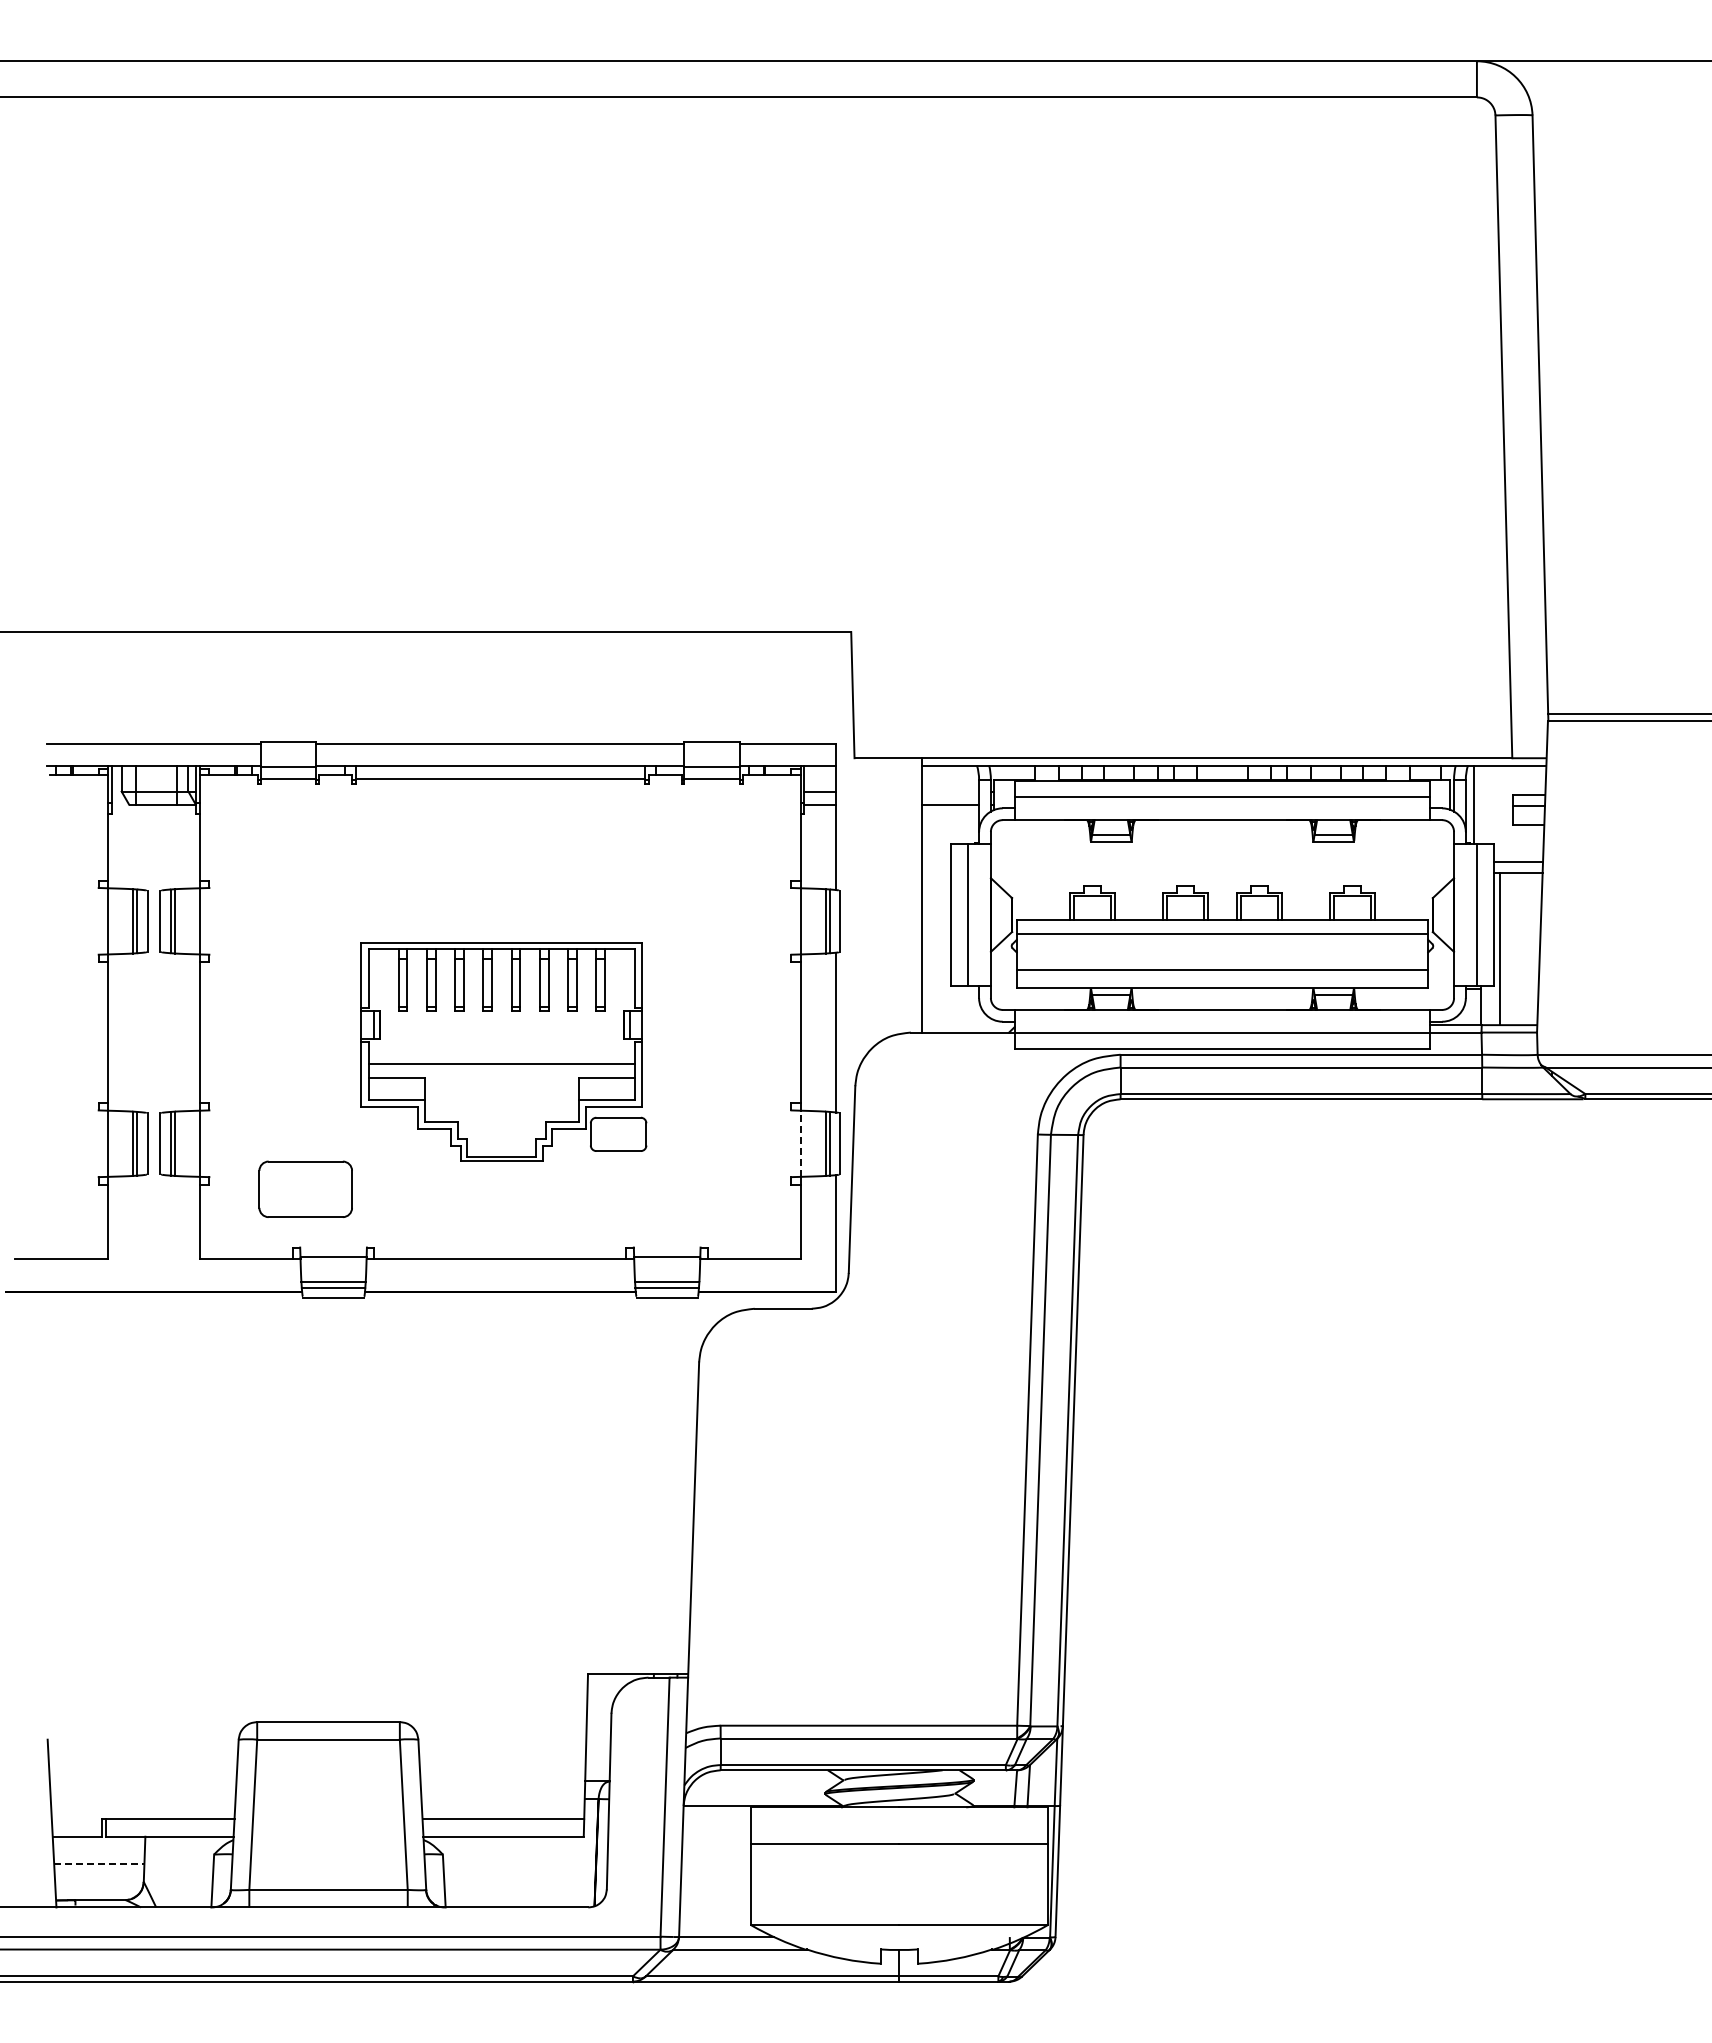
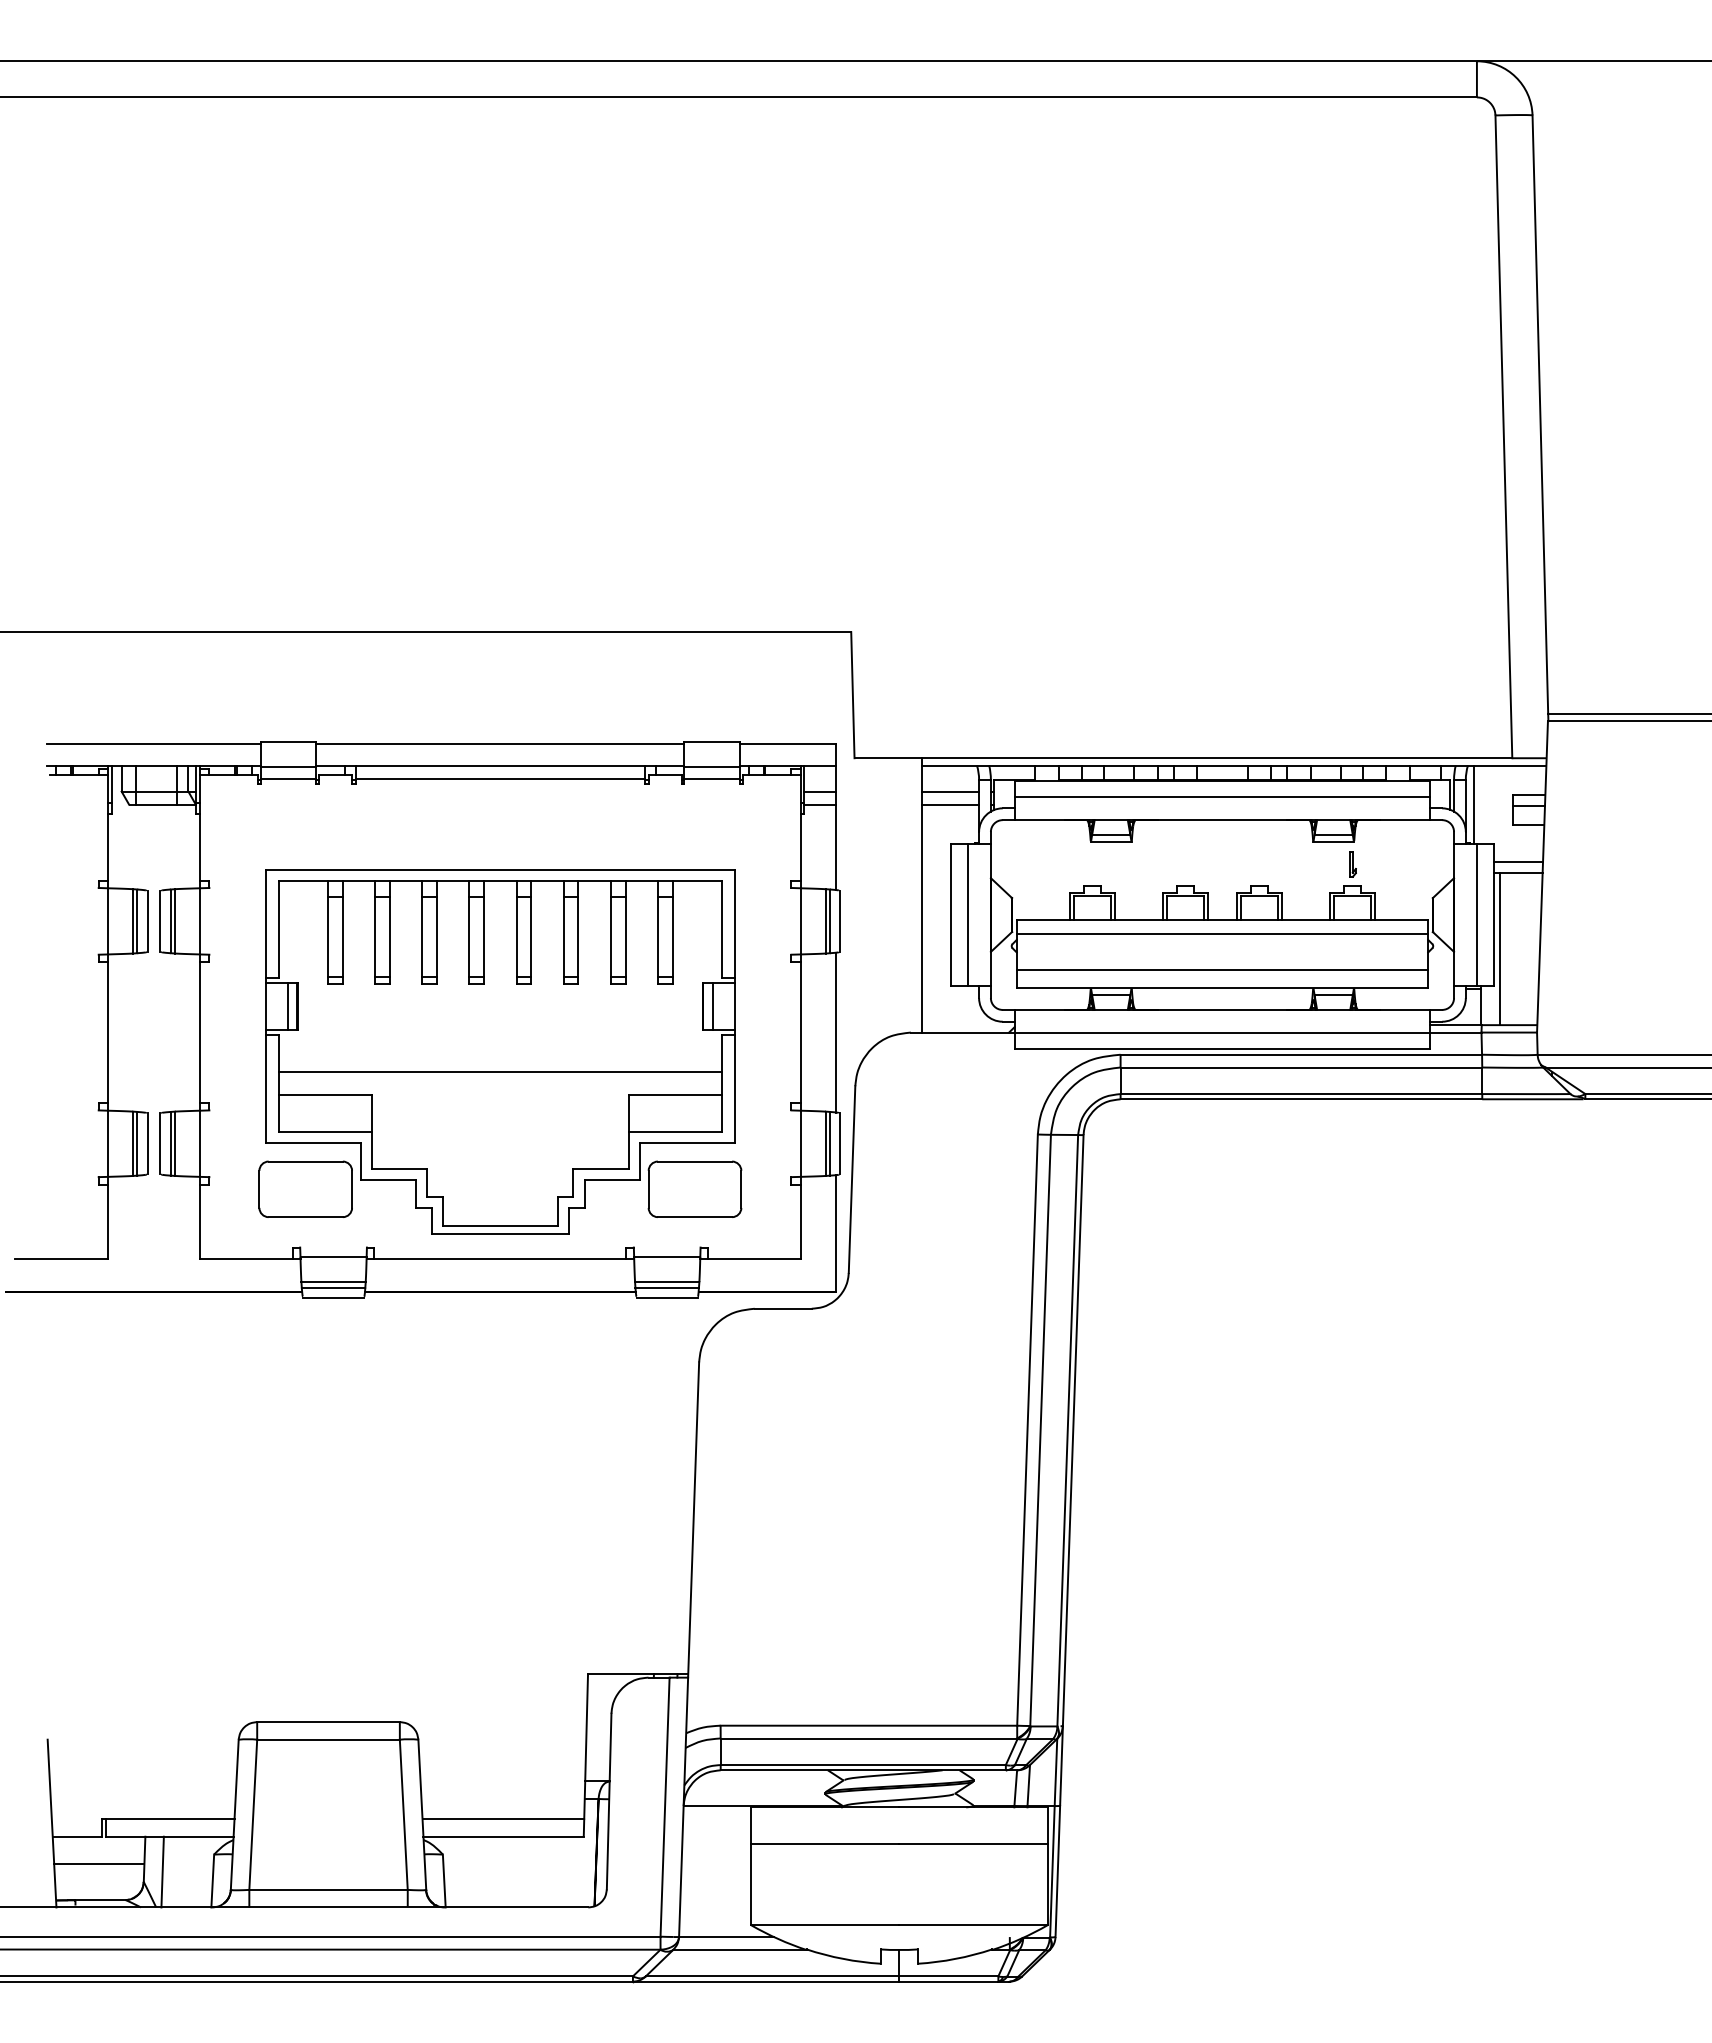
line at (950, 791): none -> present
part at (1352, 864): none -> present
part at (503, 1051) size: 288x220 px -> 478x366 px
line at (800, 1143): dashed -> solid
line at (99, 1863): dashed -> solid
line at (162, 1871): none -> present
